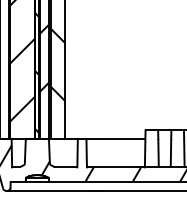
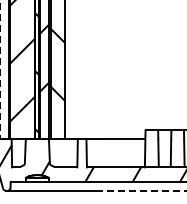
line at (0, 70): solid -> dashed
line at (141, 190): solid -> dashed
